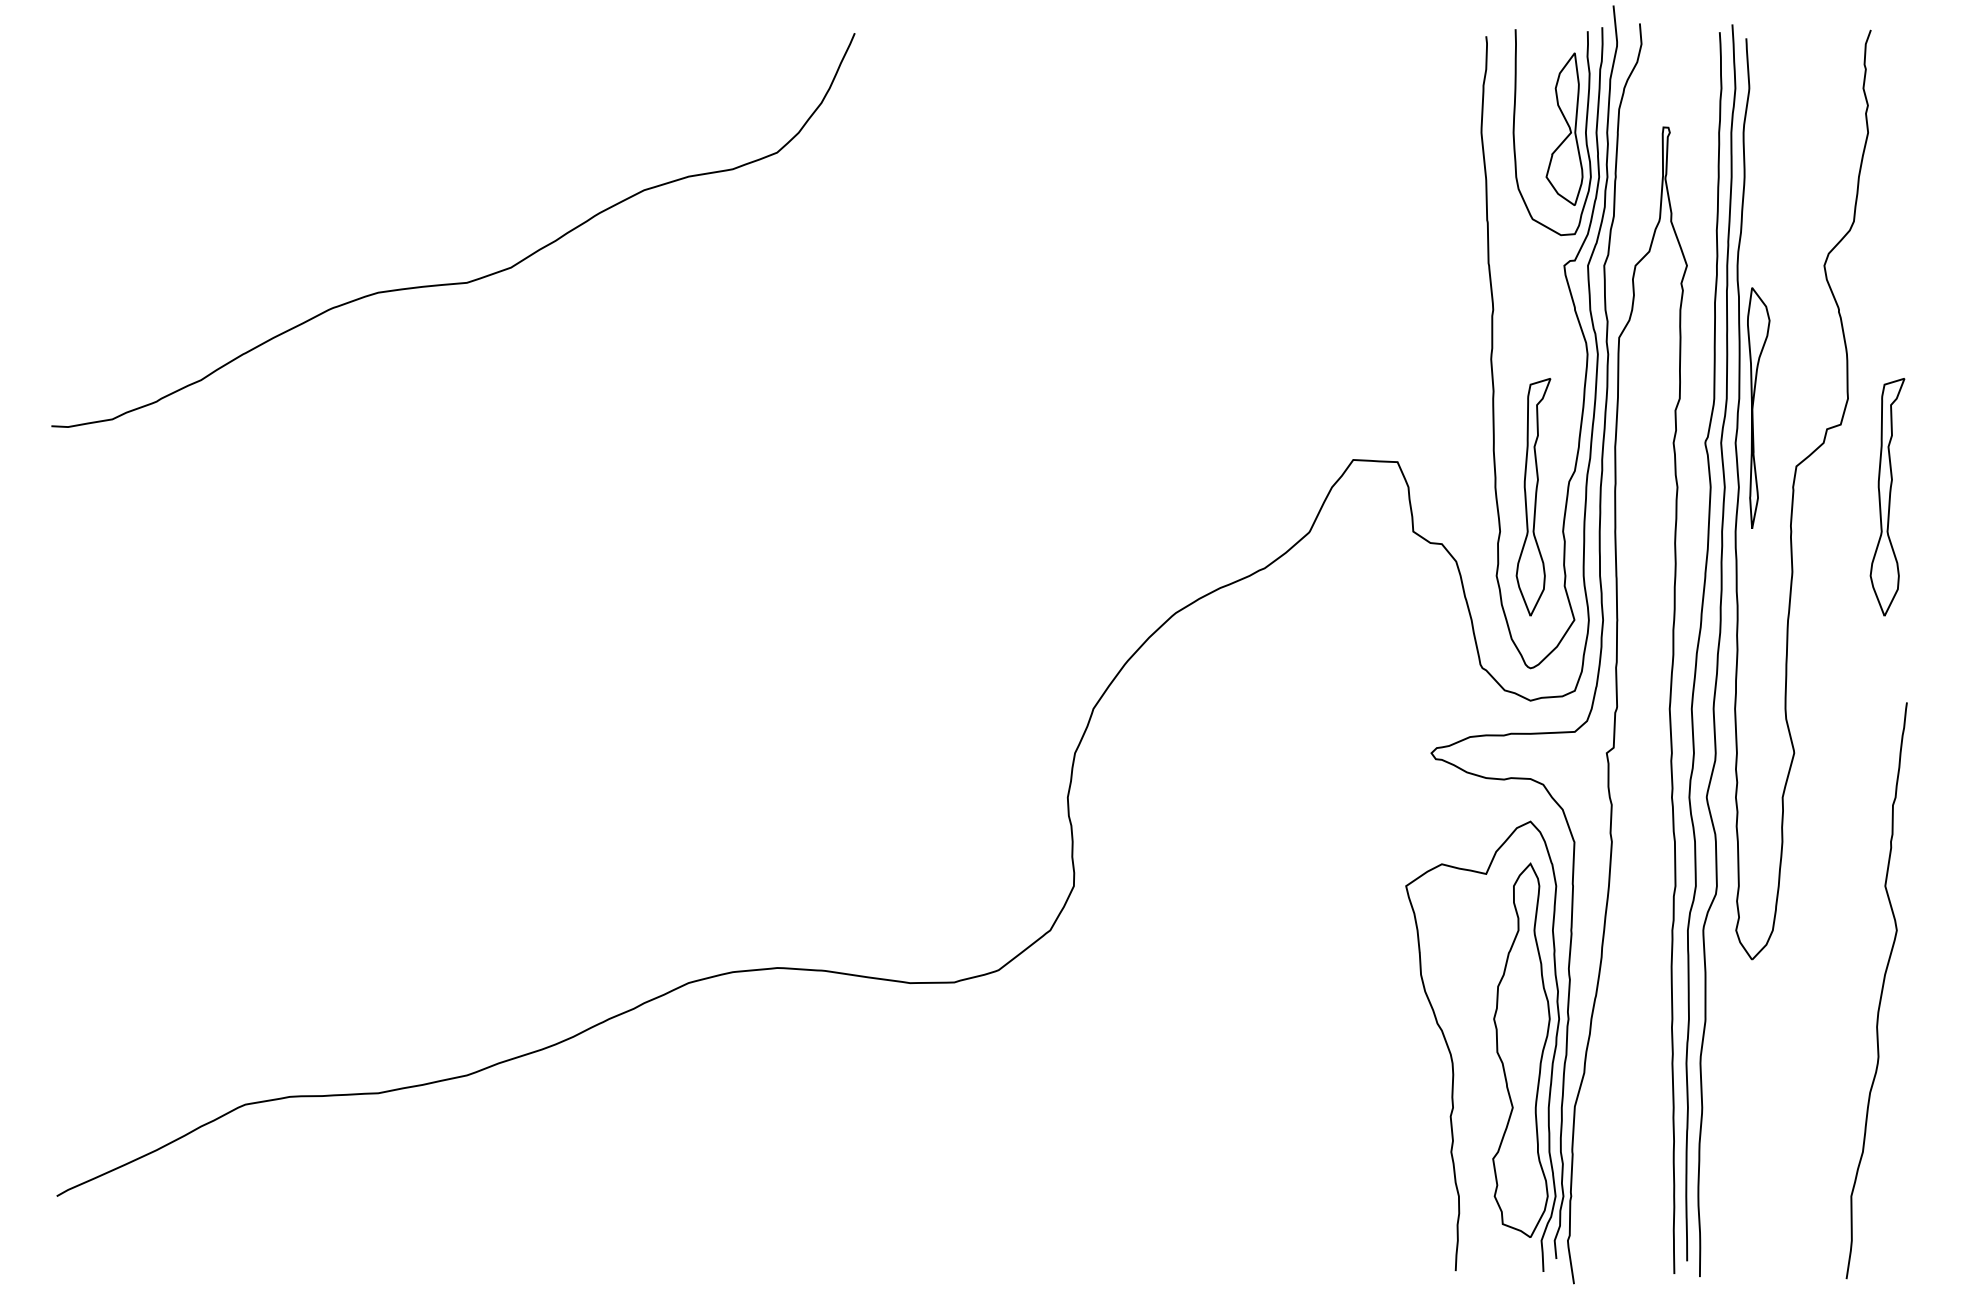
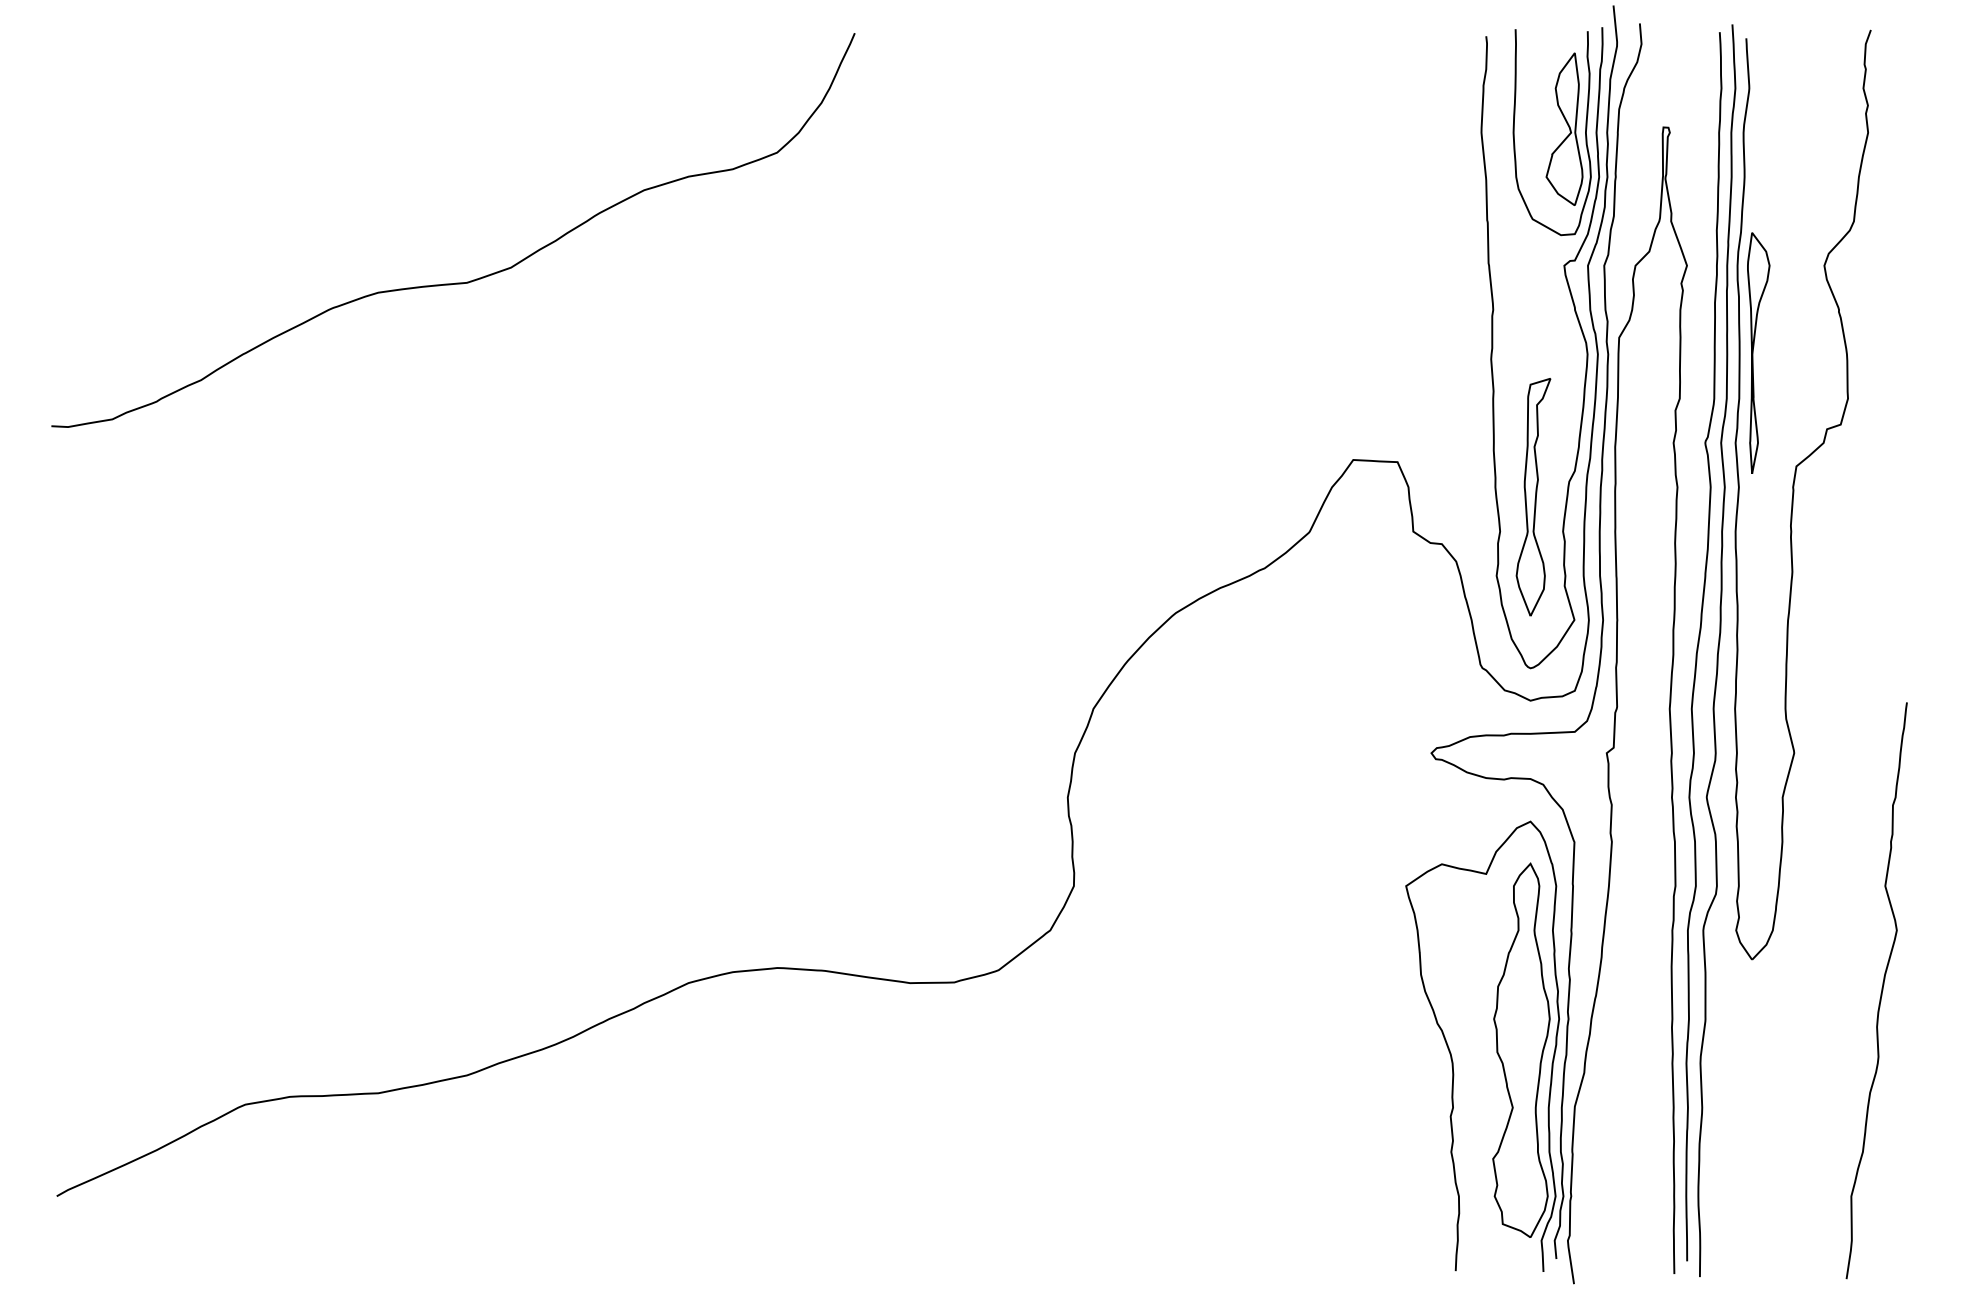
part at (1758, 407) position: (1758, 407) -> (1758, 352)
part at (1887, 497): present -> none
